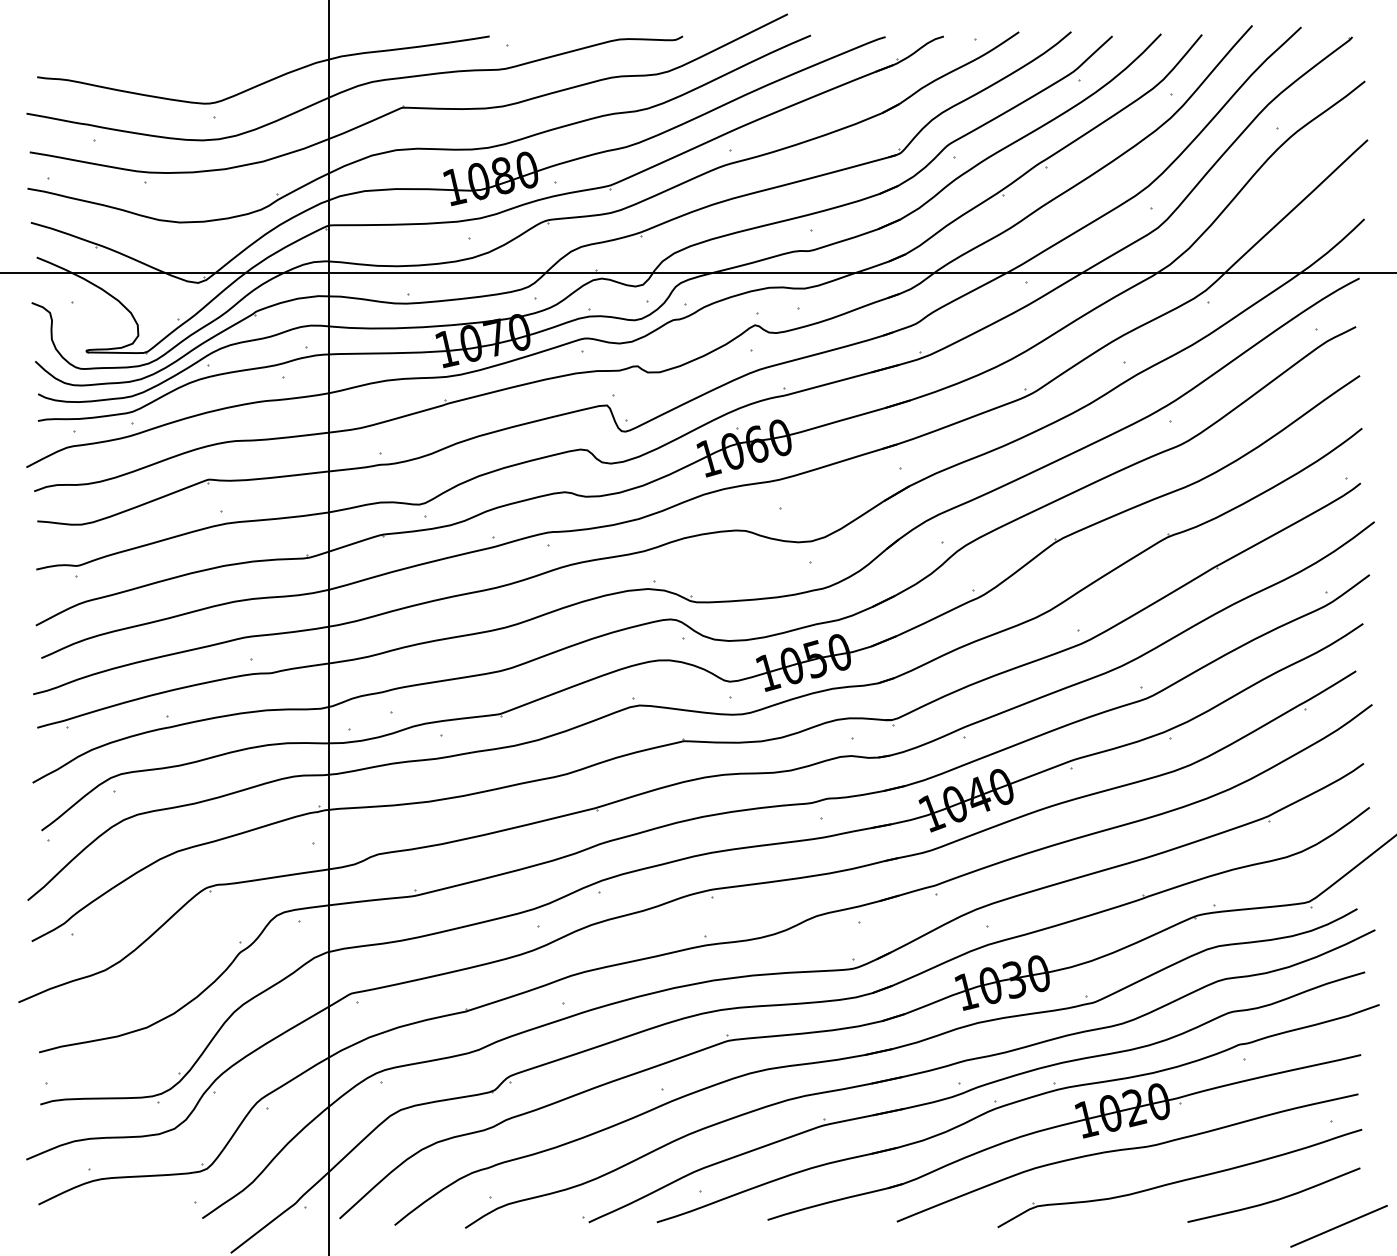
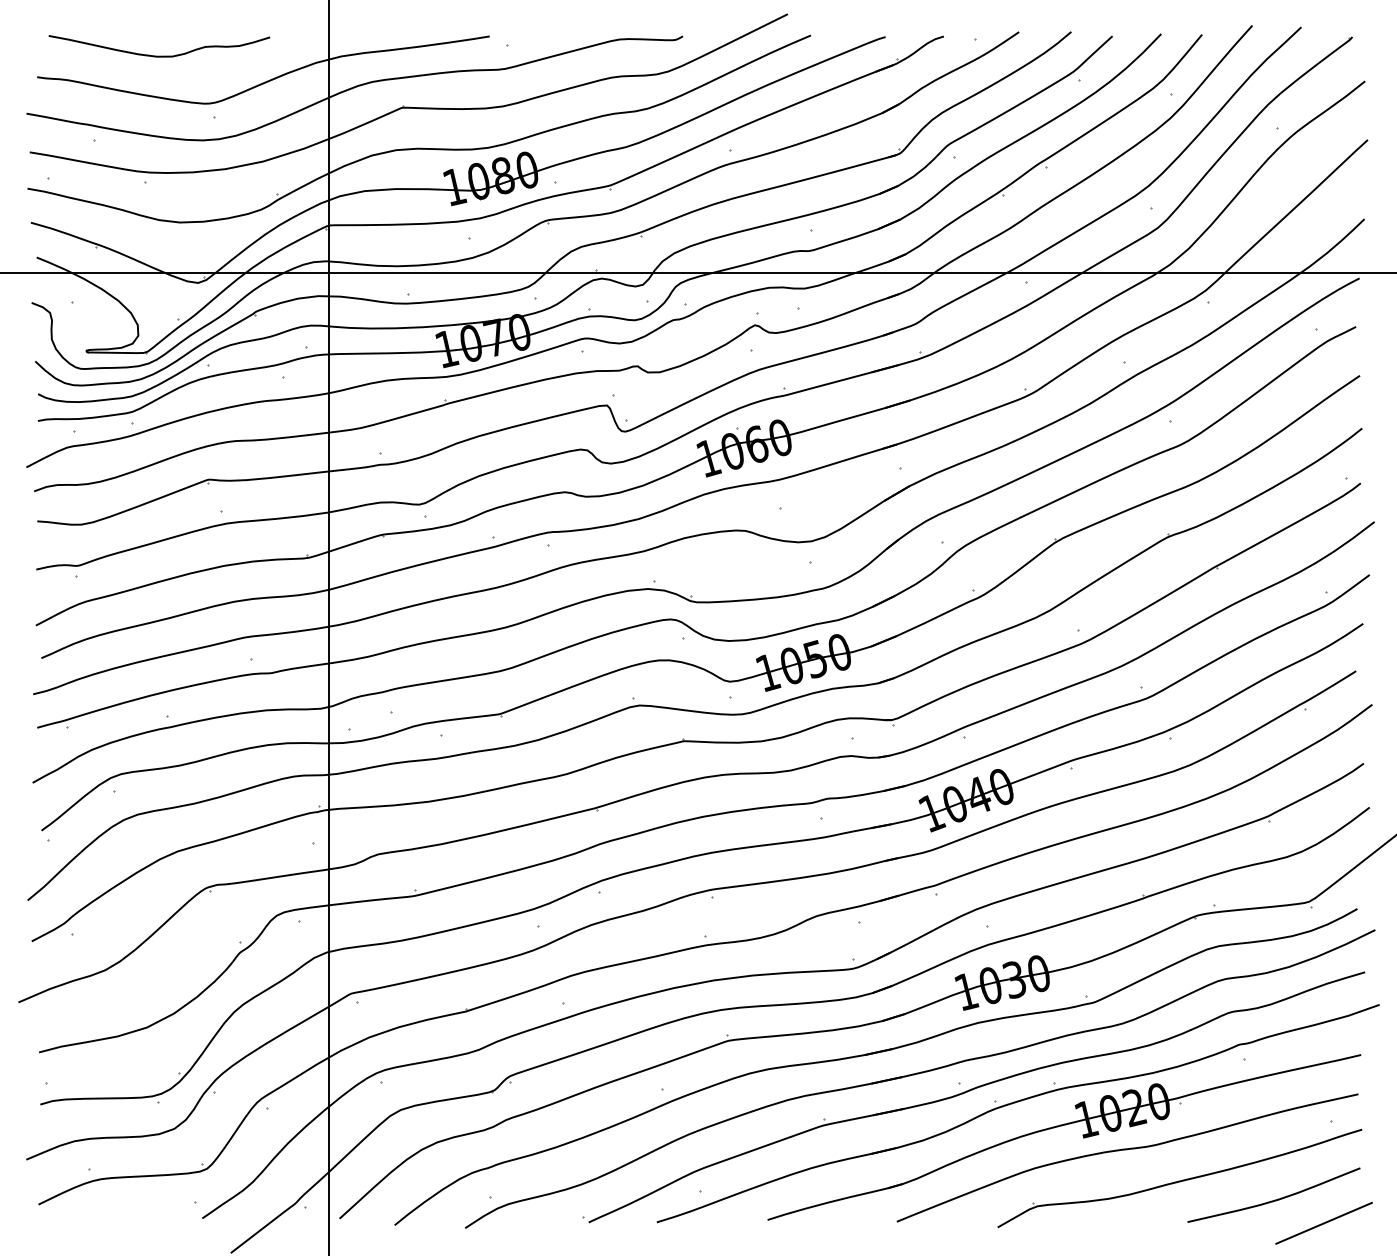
curve at (159, 55): none -> present
line at (1338, 1225) position: (1338, 1225) -> (1323, 1222)
